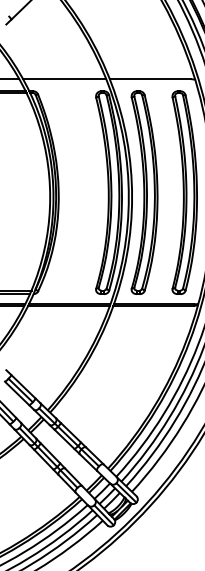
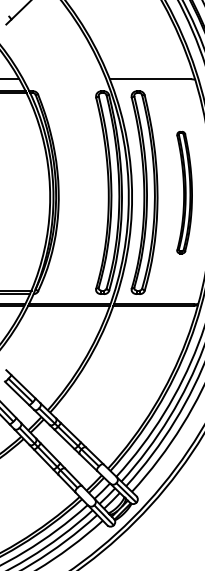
line at (64, 79): present -> none
part at (184, 192) size: 27x205 px -> 17x125 px
